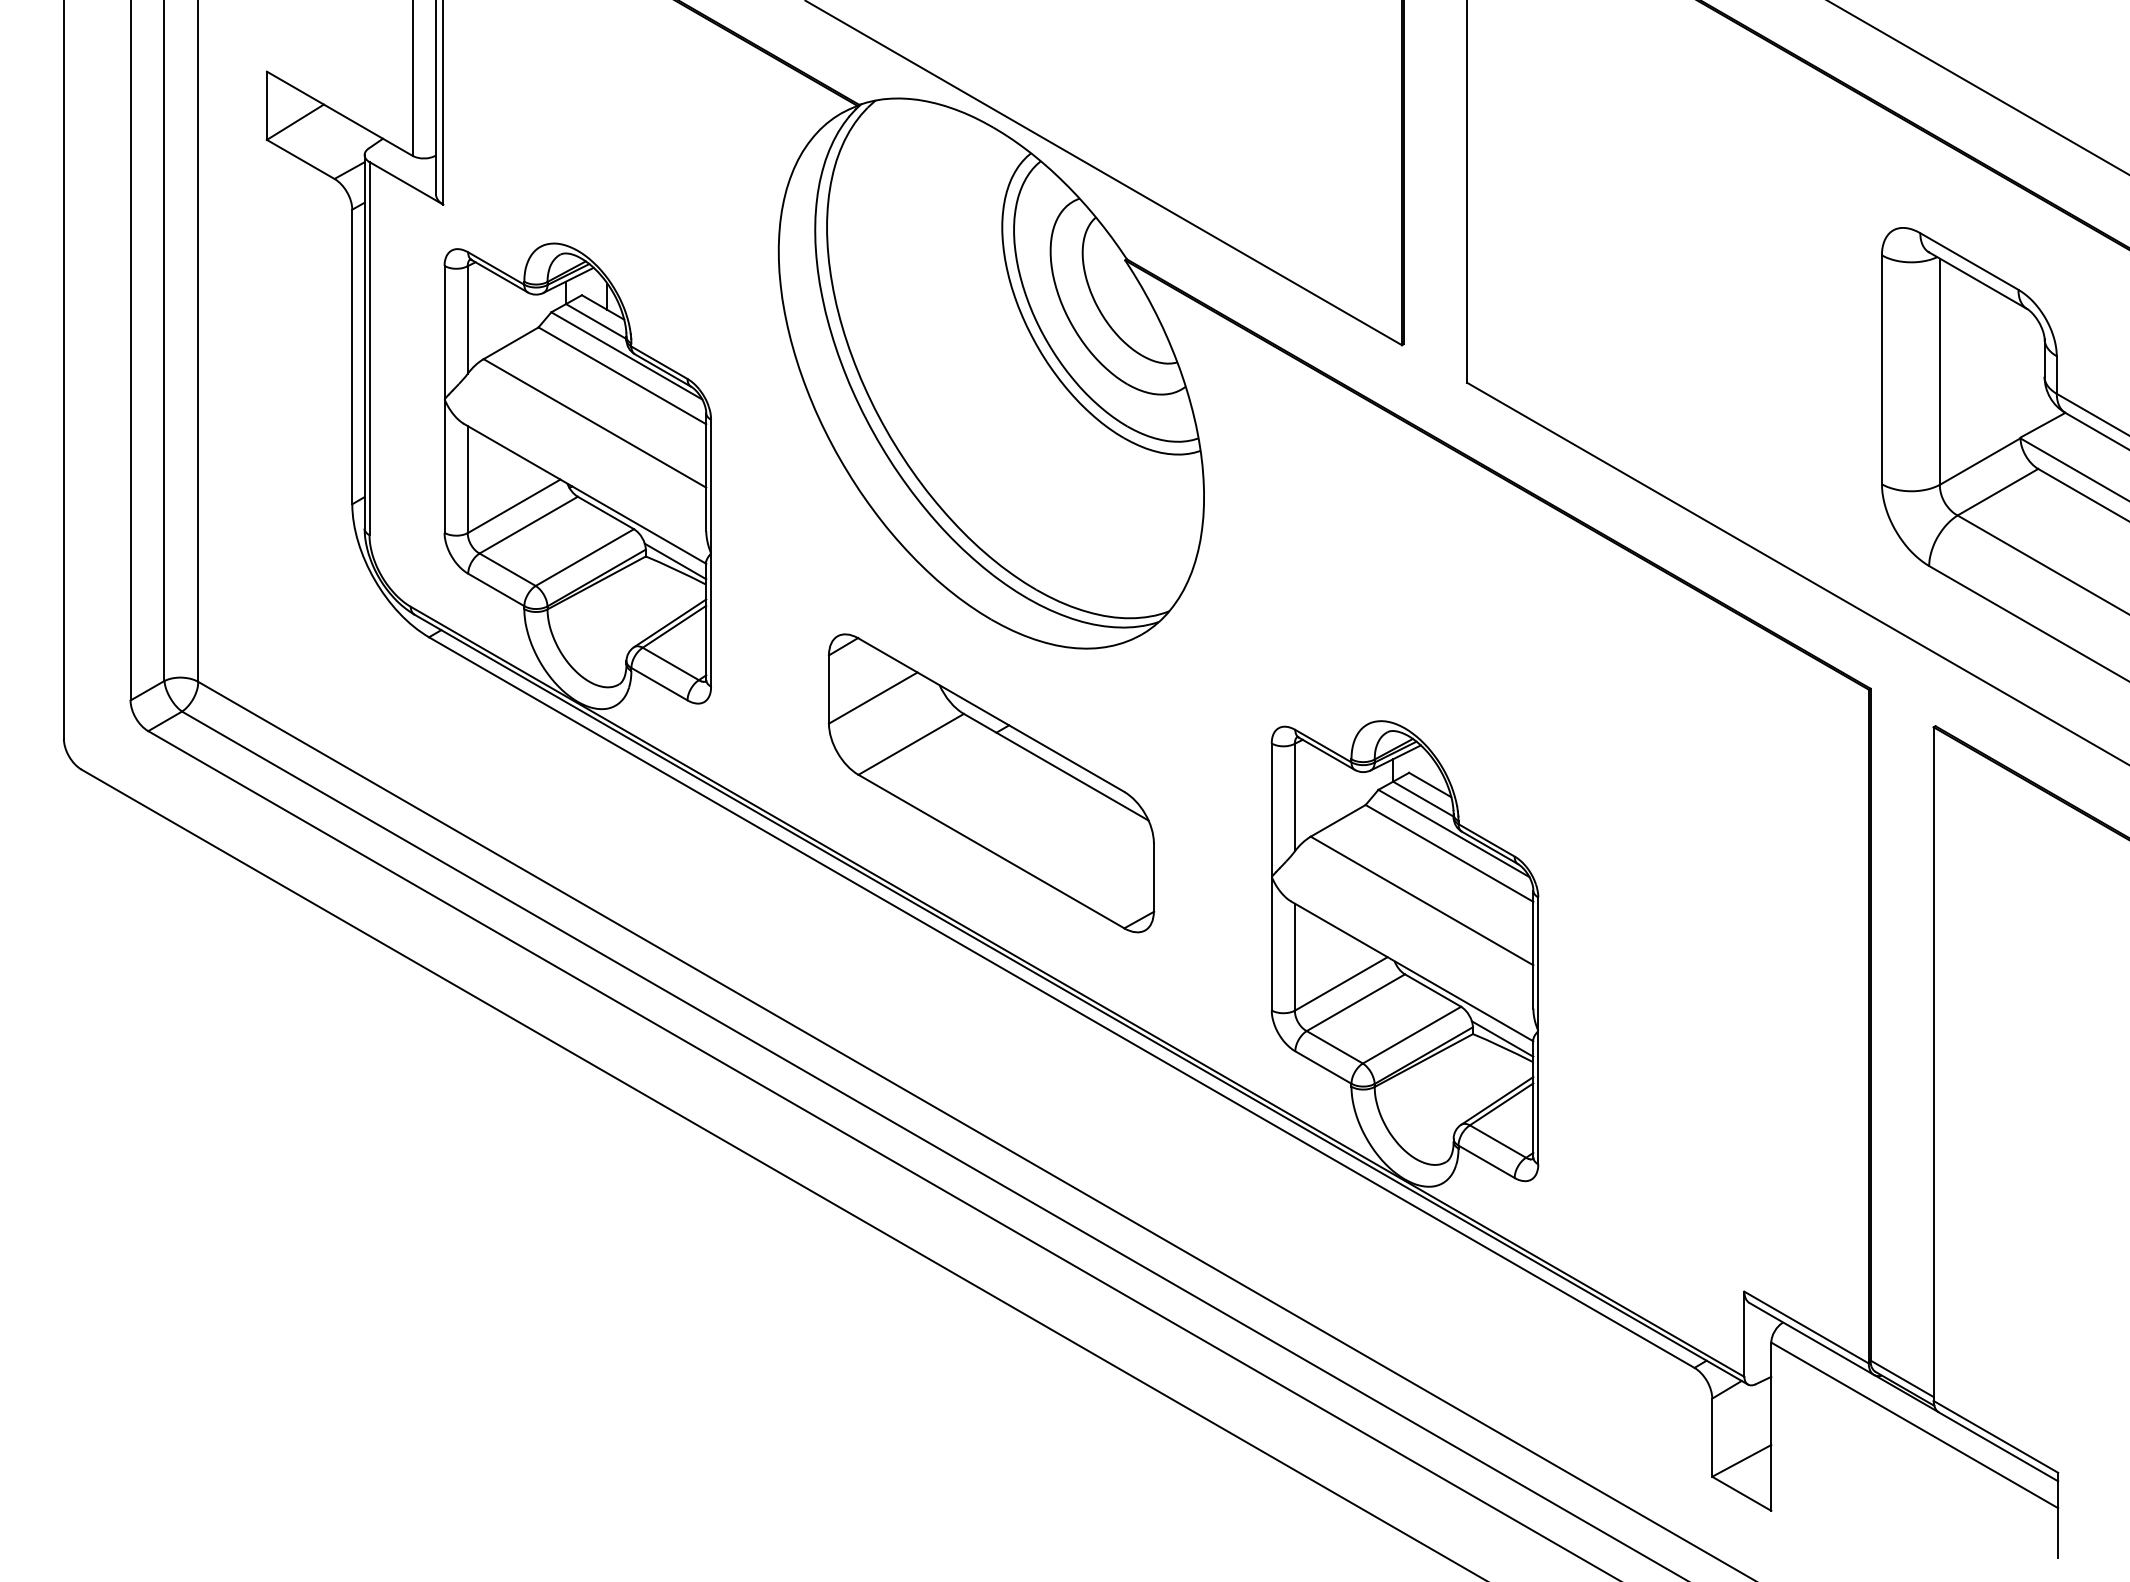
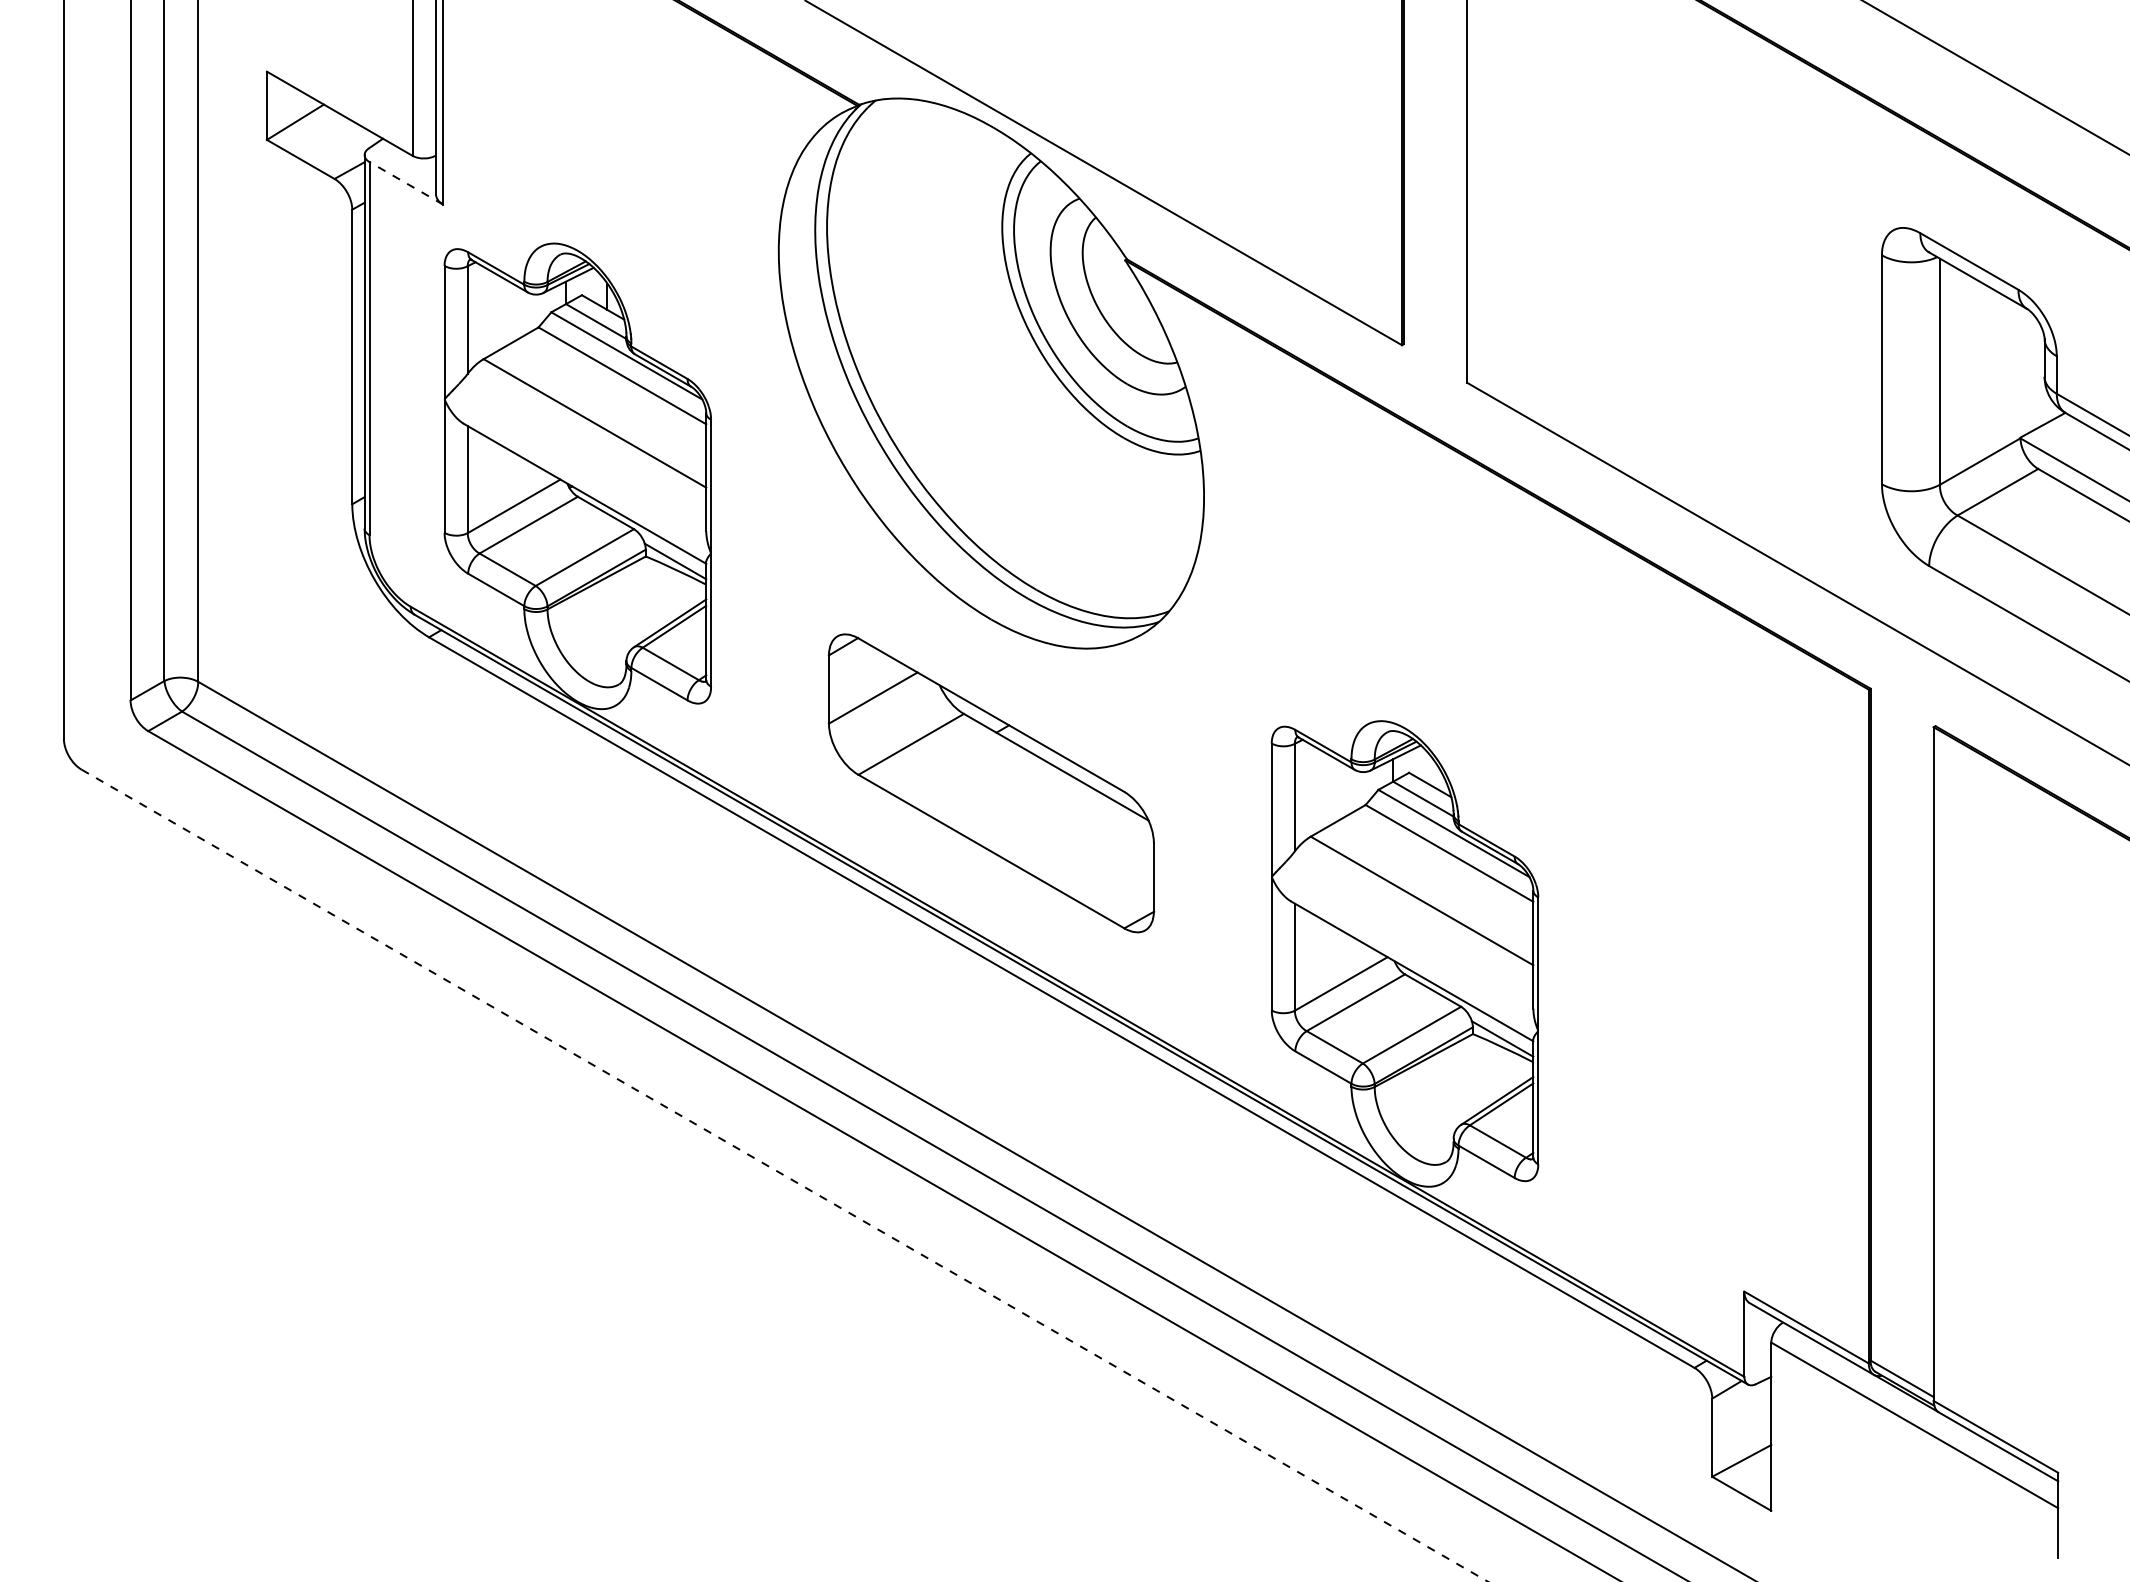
line at (1978, 87) position: (1978, 87) -> (1995, 77)
line at (406, 183): solid -> dashed
line at (784, 1175): solid -> dashed
